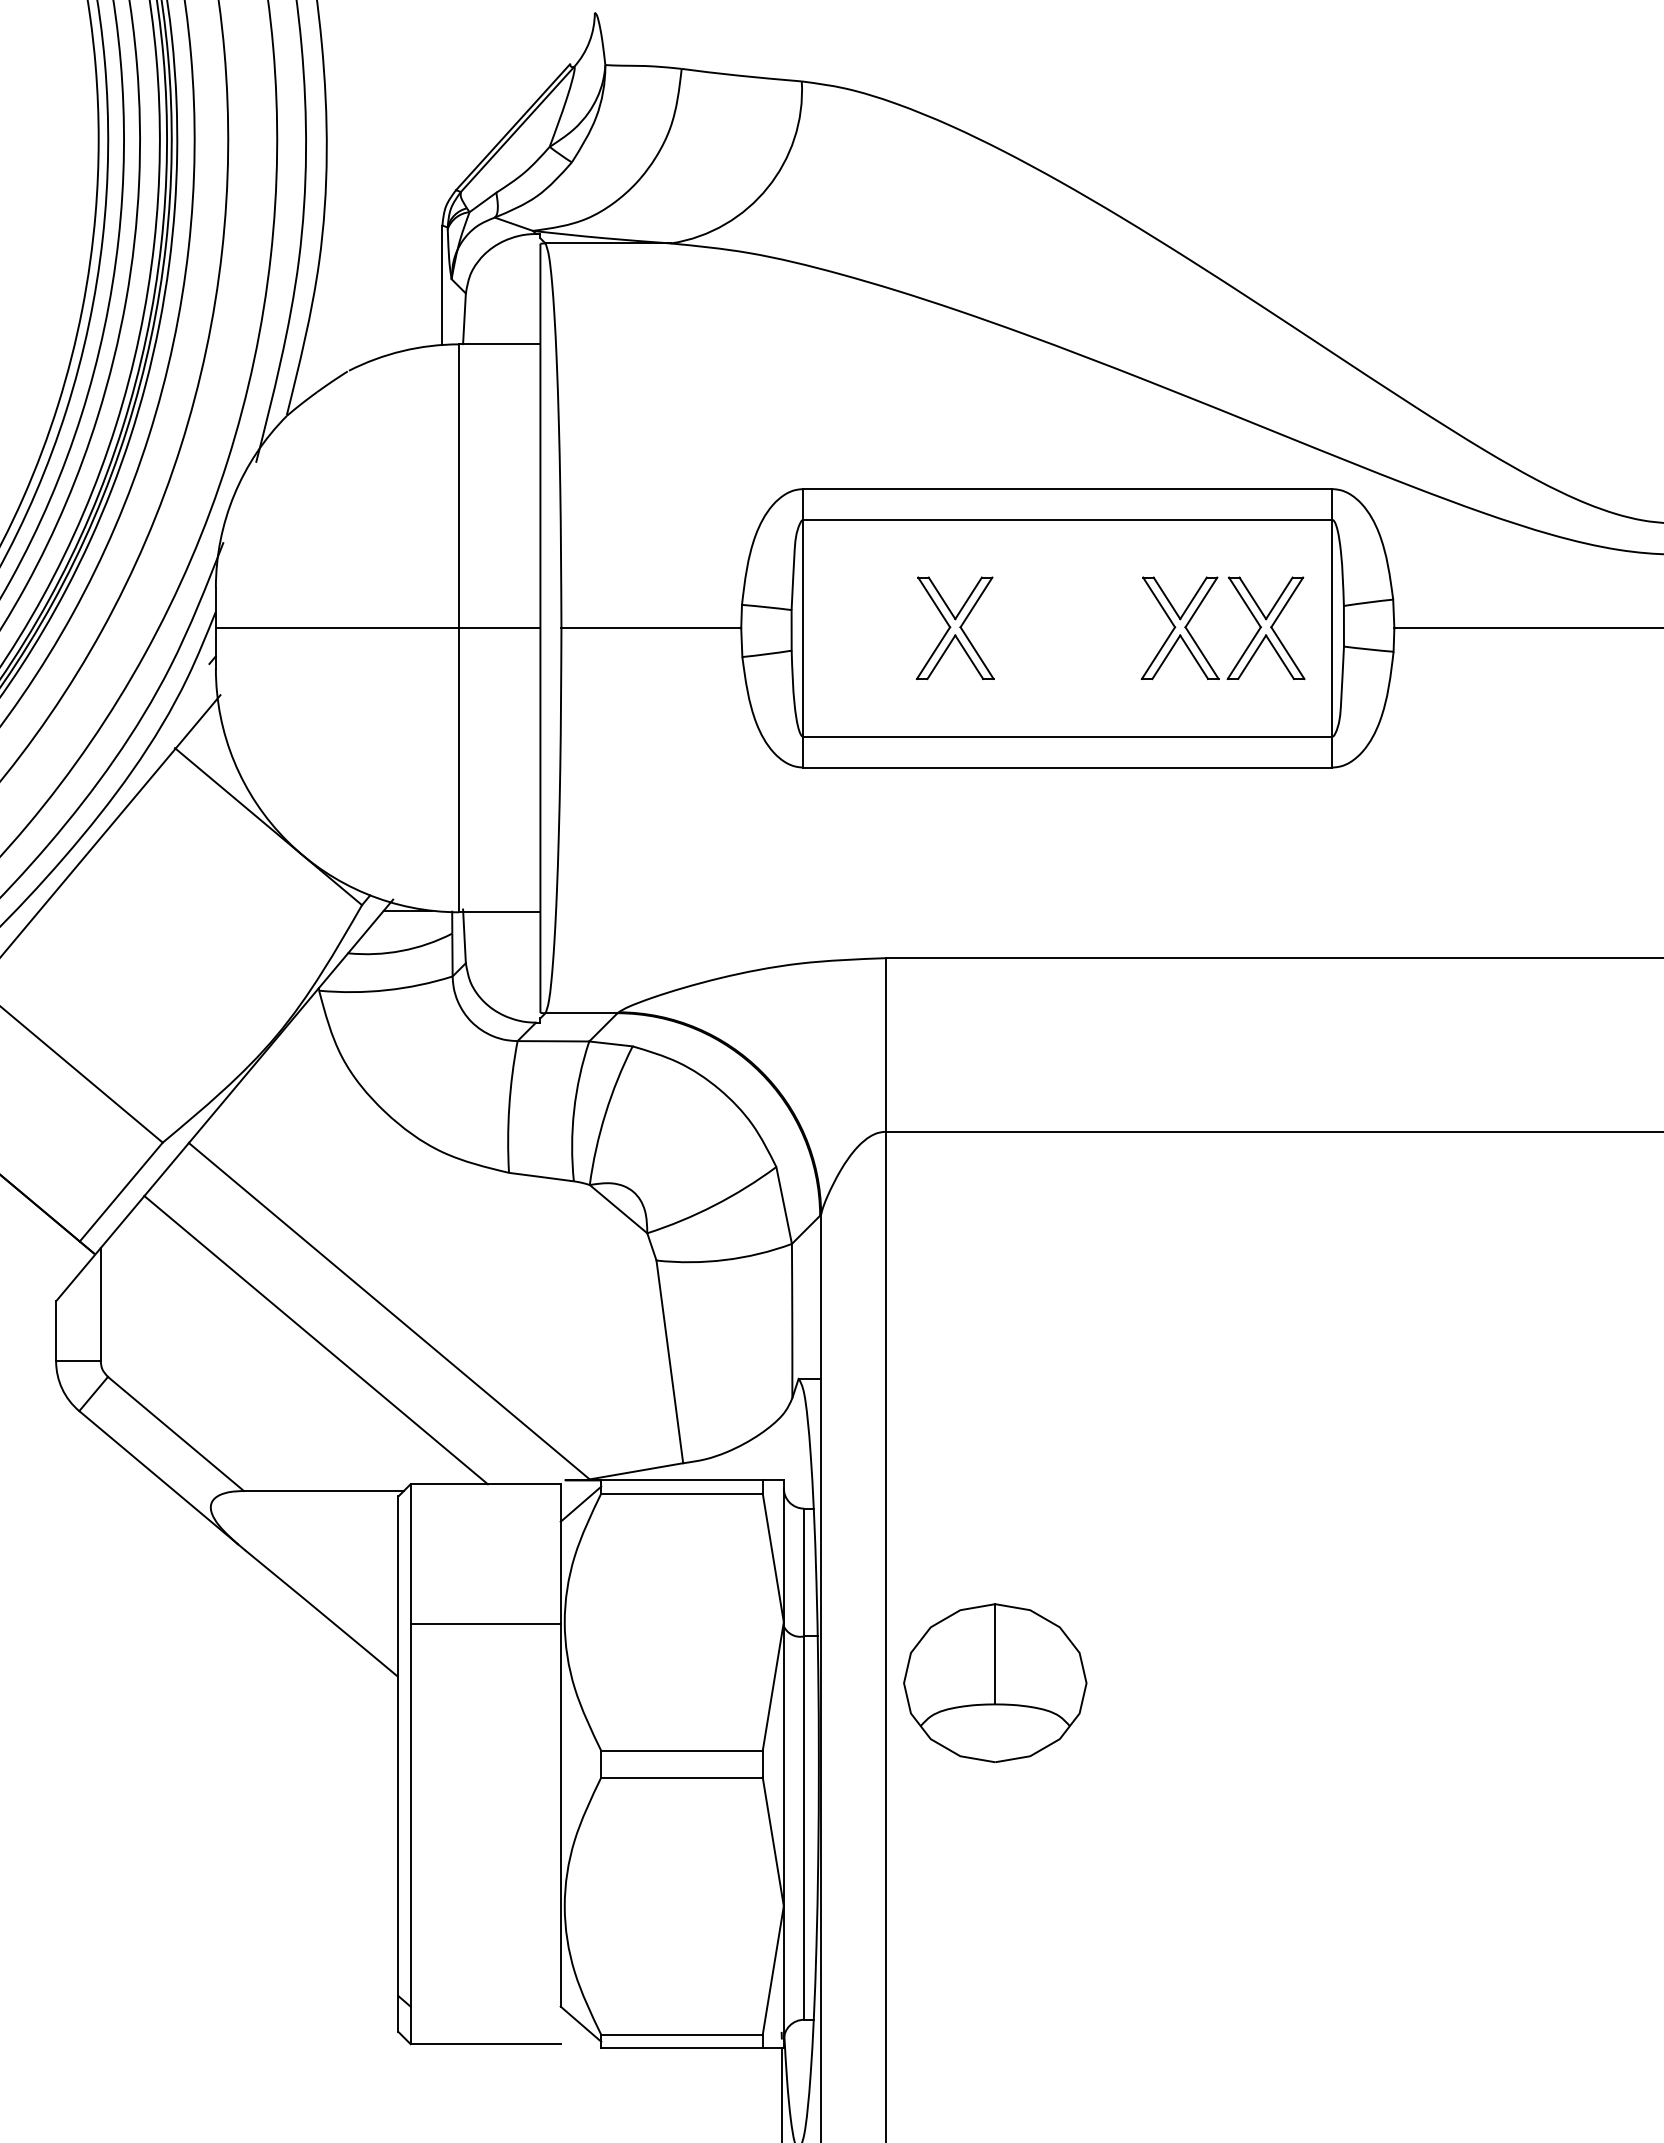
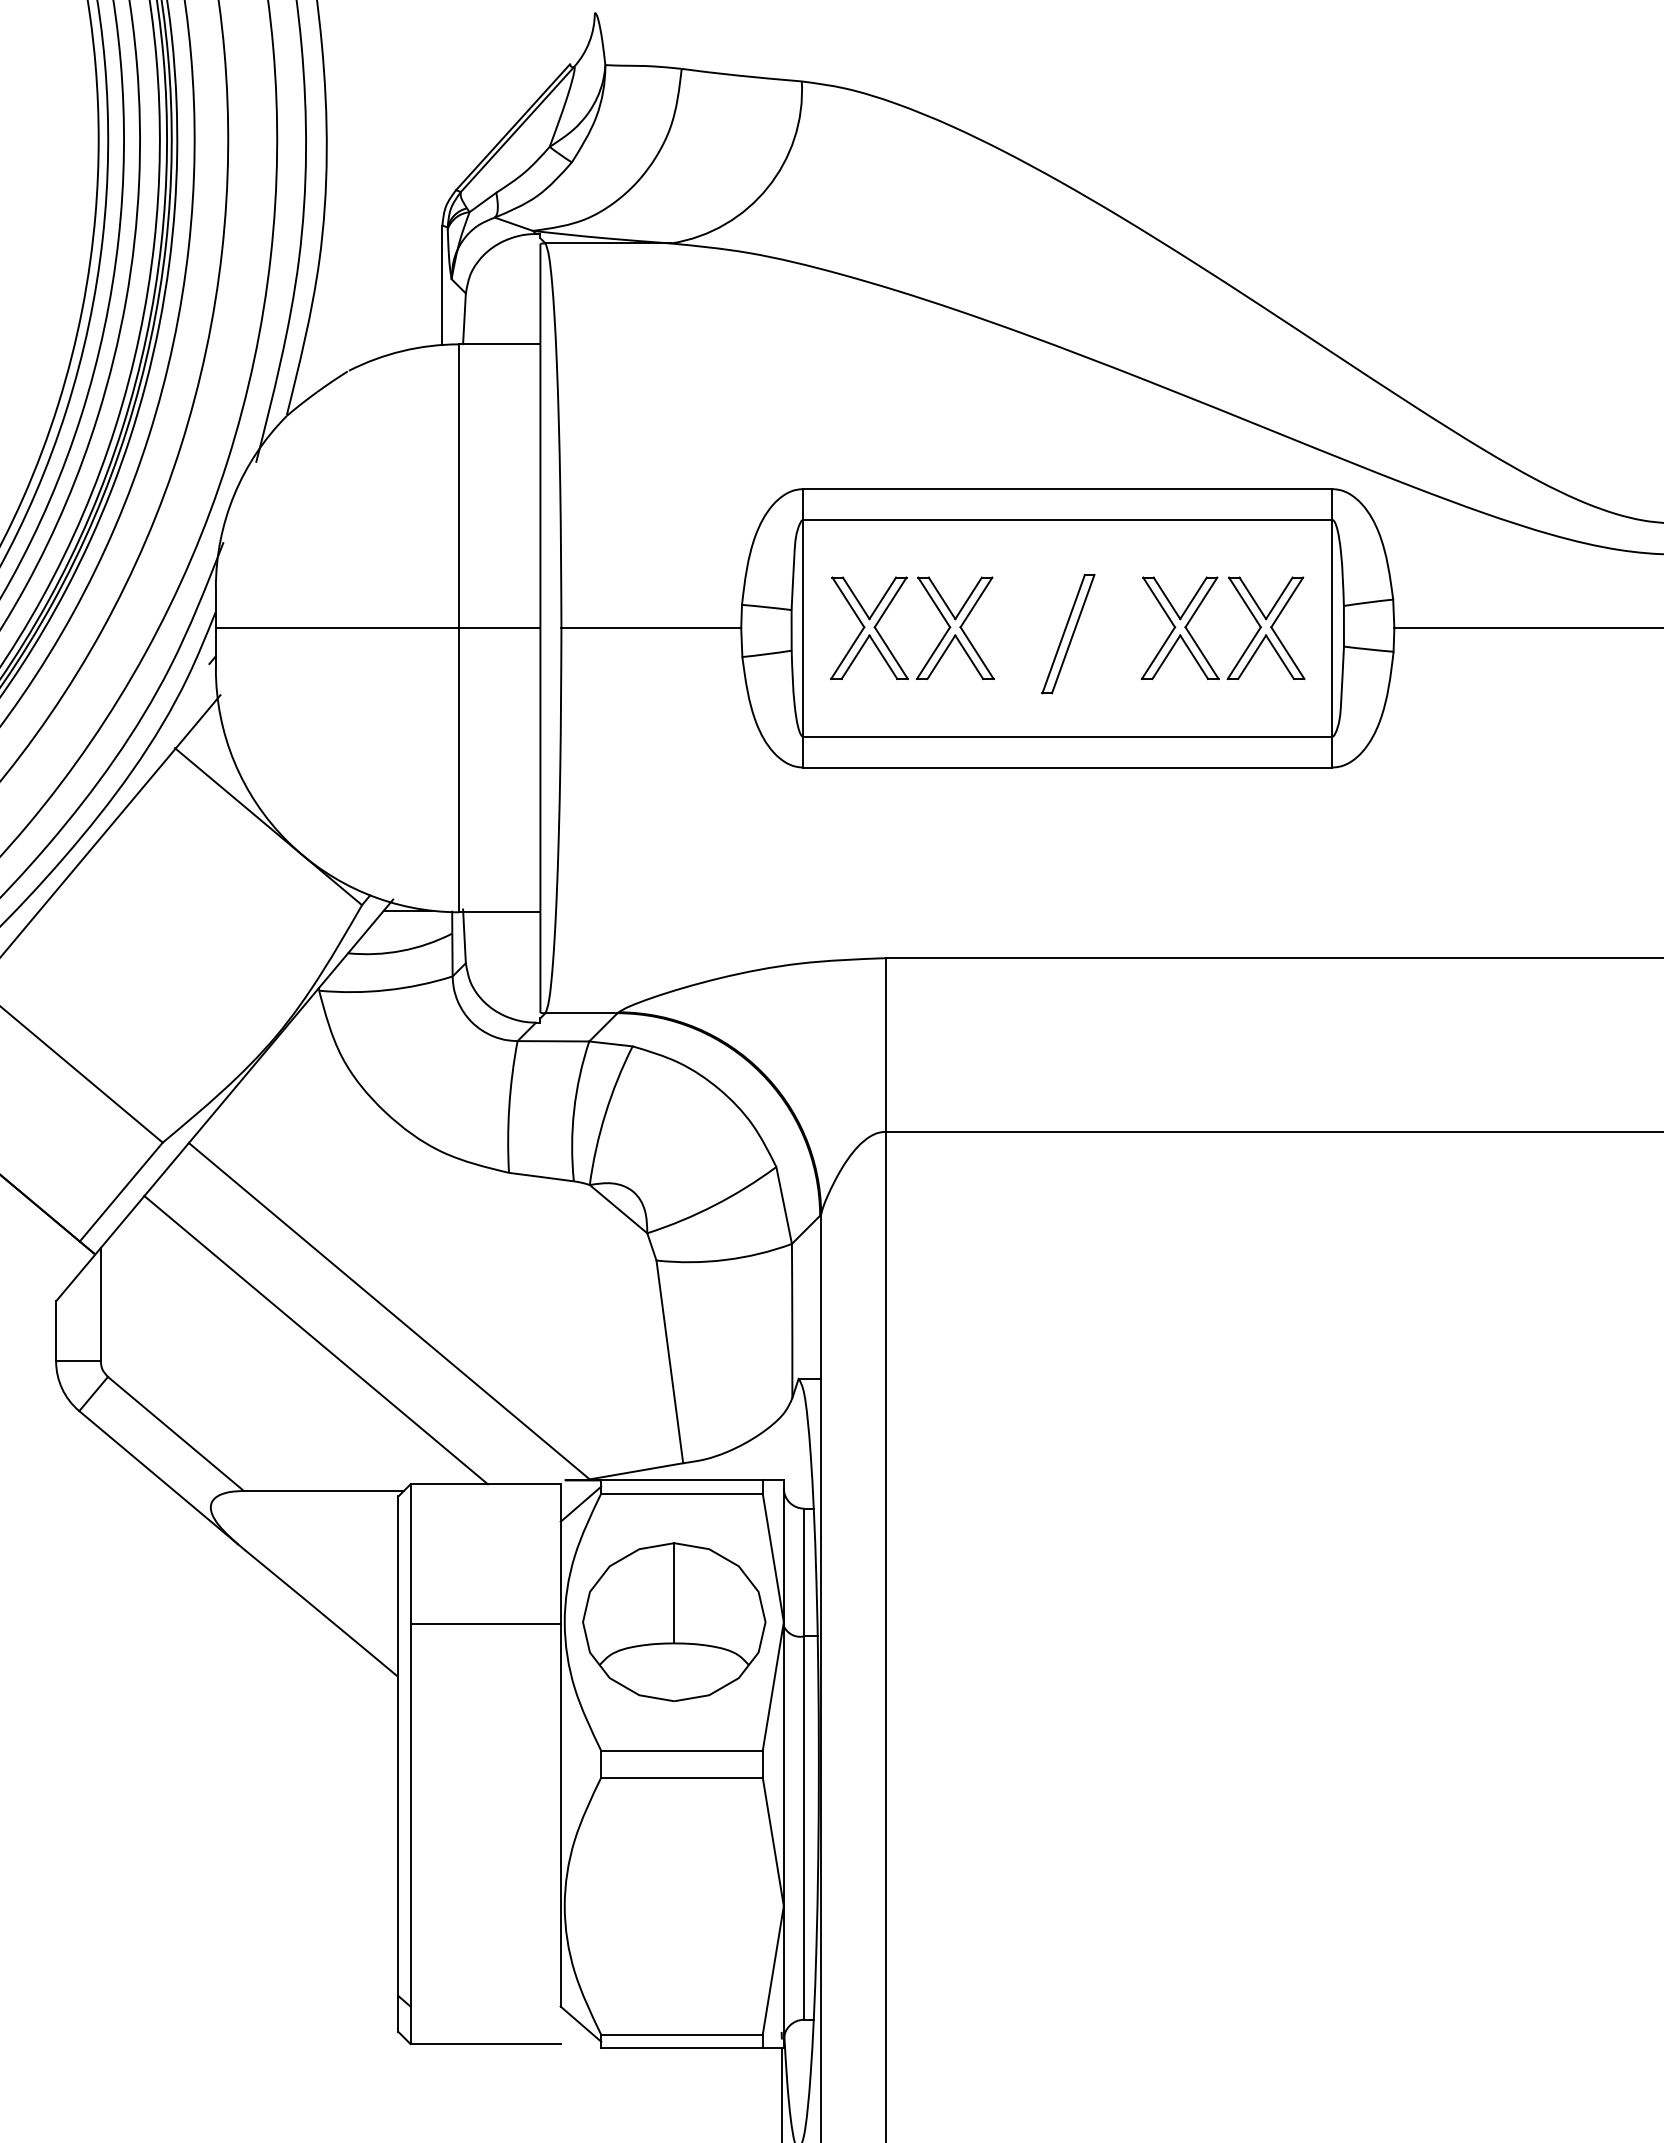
part at (869, 627): none -> present
part at (1068, 634): none -> present
part at (995, 1683) position: (995, 1683) -> (674, 1622)
